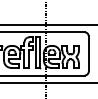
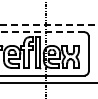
line at (48, 25): solid -> dashed
line at (42, 32): solid -> dashed
